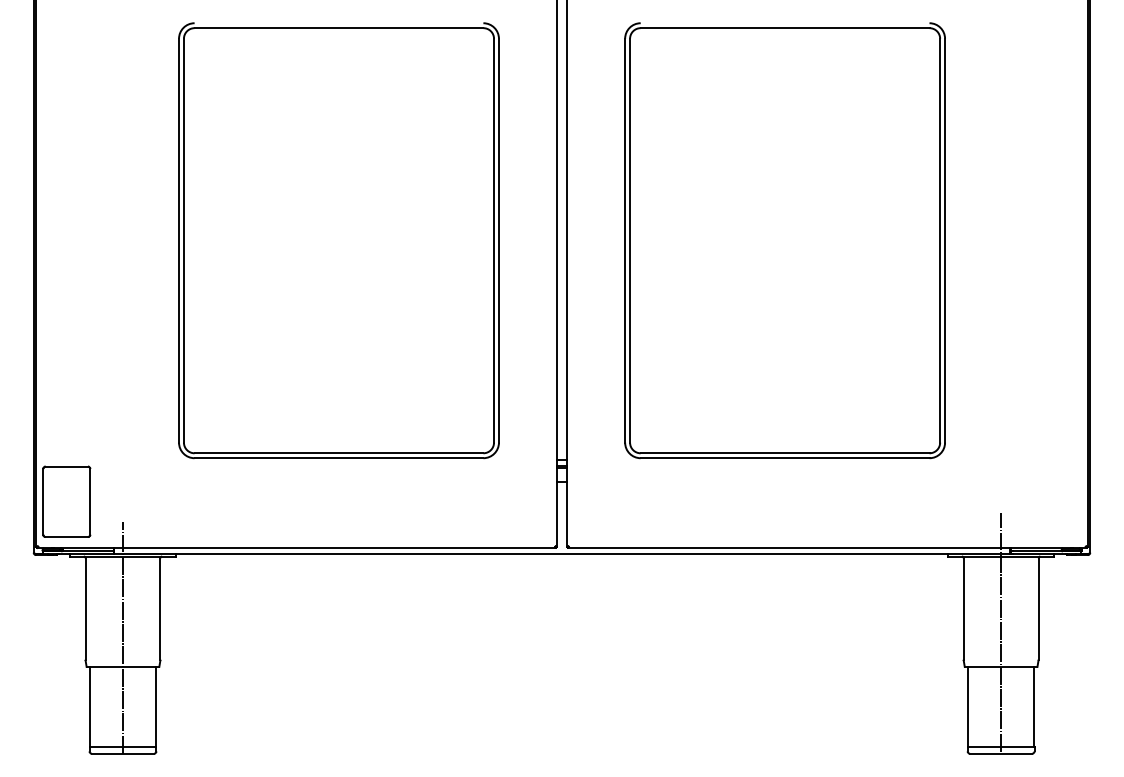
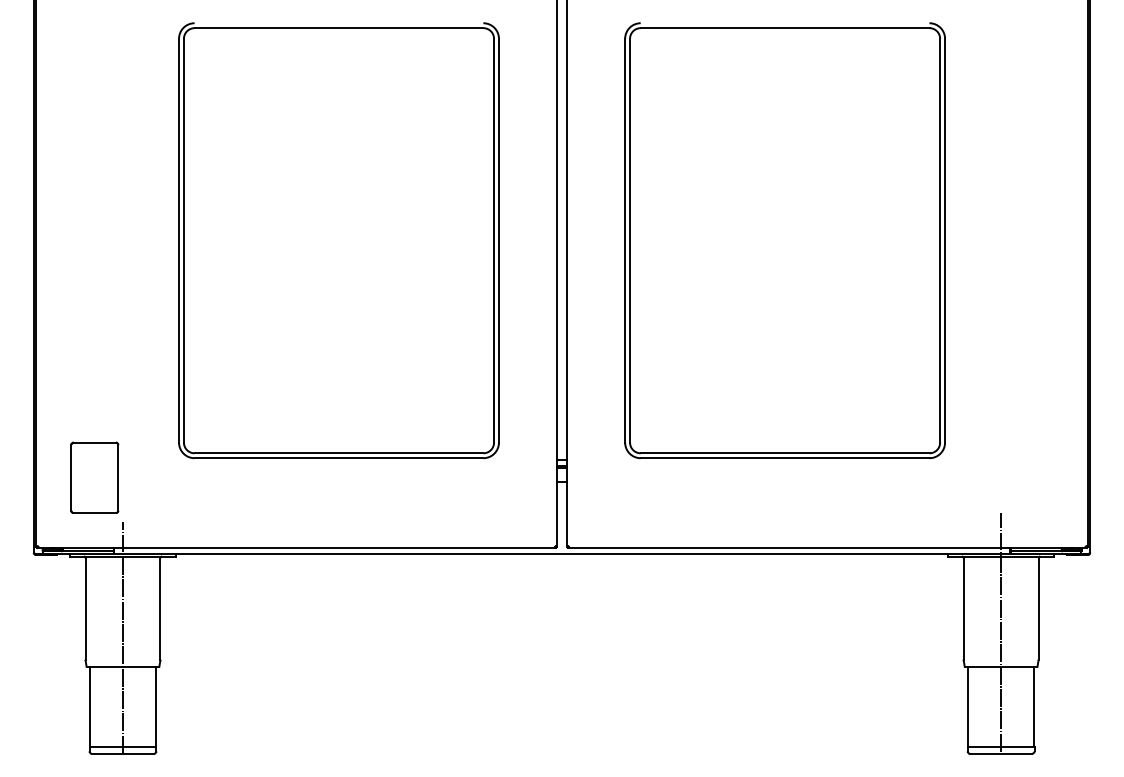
part at (66, 501) position: (66, 501) -> (94, 477)
